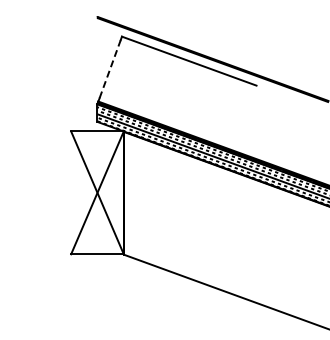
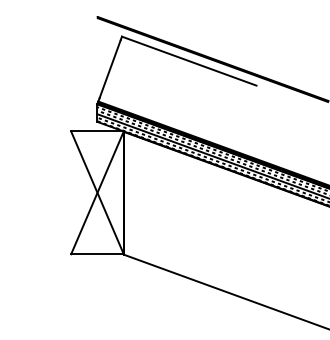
line at (110, 69): dashed -> solid
